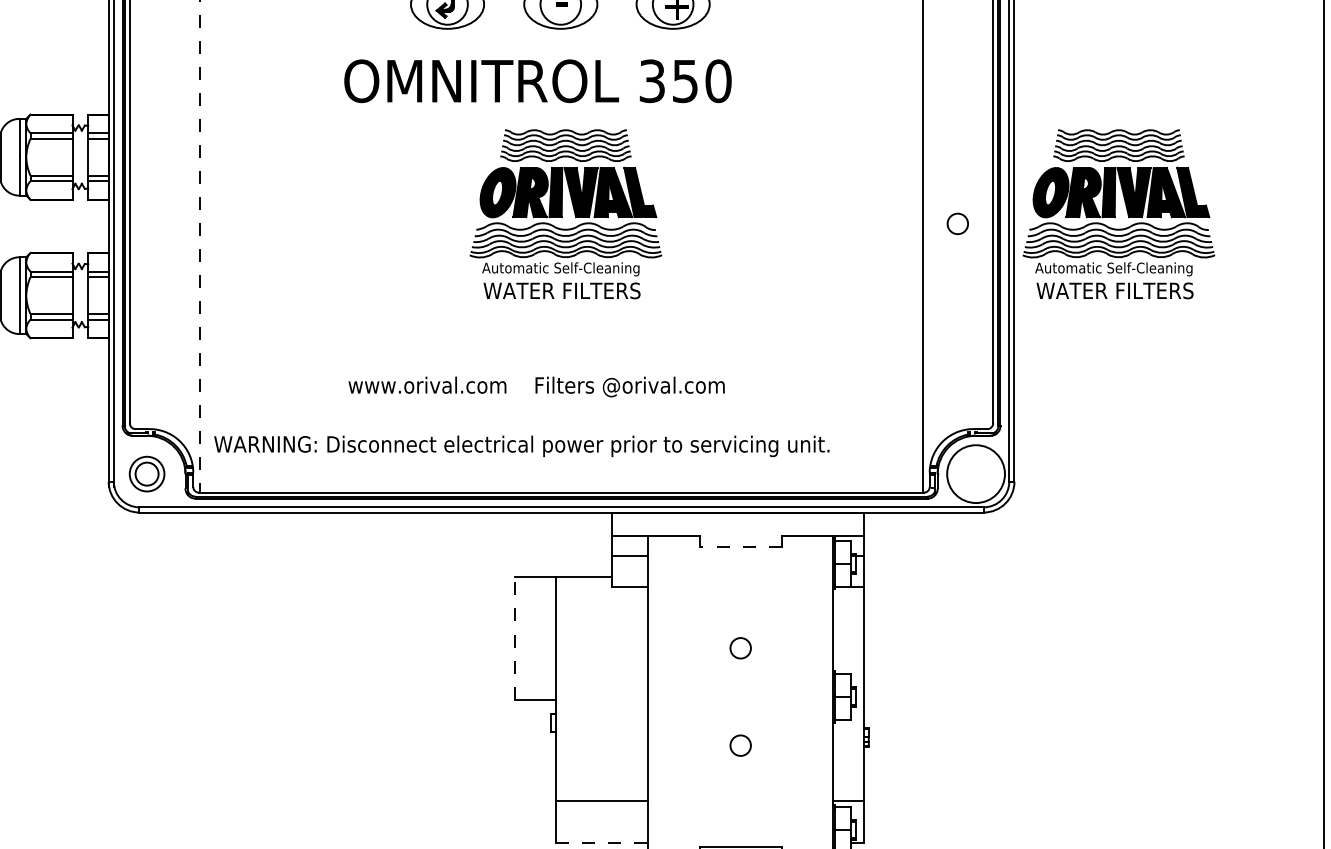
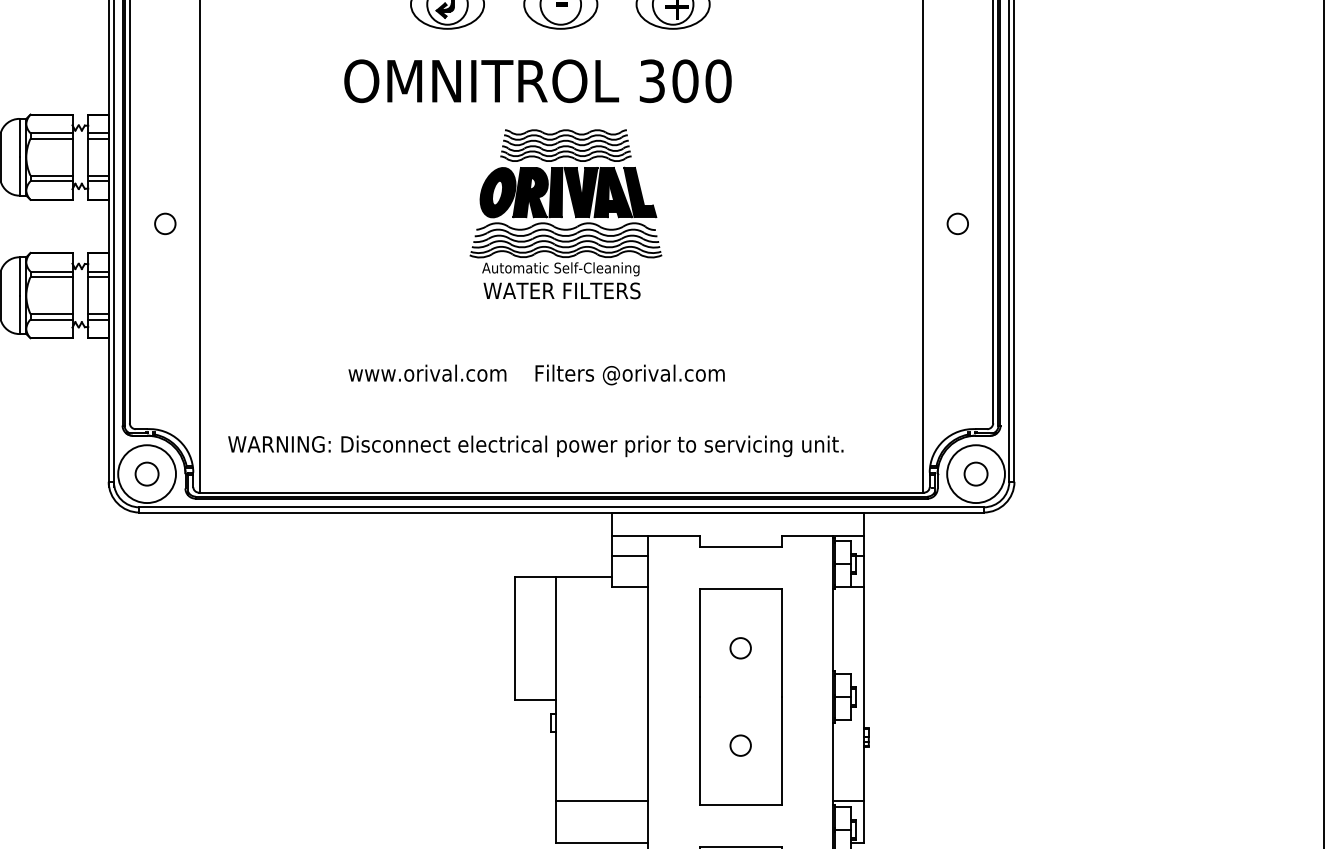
text at (685, 81): 350 -> 300
part at (1118, 214): present -> none
circle at (165, 223): none -> present
line at (200, 246): dashed -> solid
text at (536, 386) position: (536, 386) -> (536, 374)
text at (521, 446) position: (521, 446) -> (535, 446)
circle at (146, 473) diameter: 35 px -> 58 px
circle at (975, 473): none -> present
line at (740, 547): dashed -> solid
line at (515, 638): dashed -> solid
part at (740, 696): none -> present
line at (602, 843): dashed -> solid
